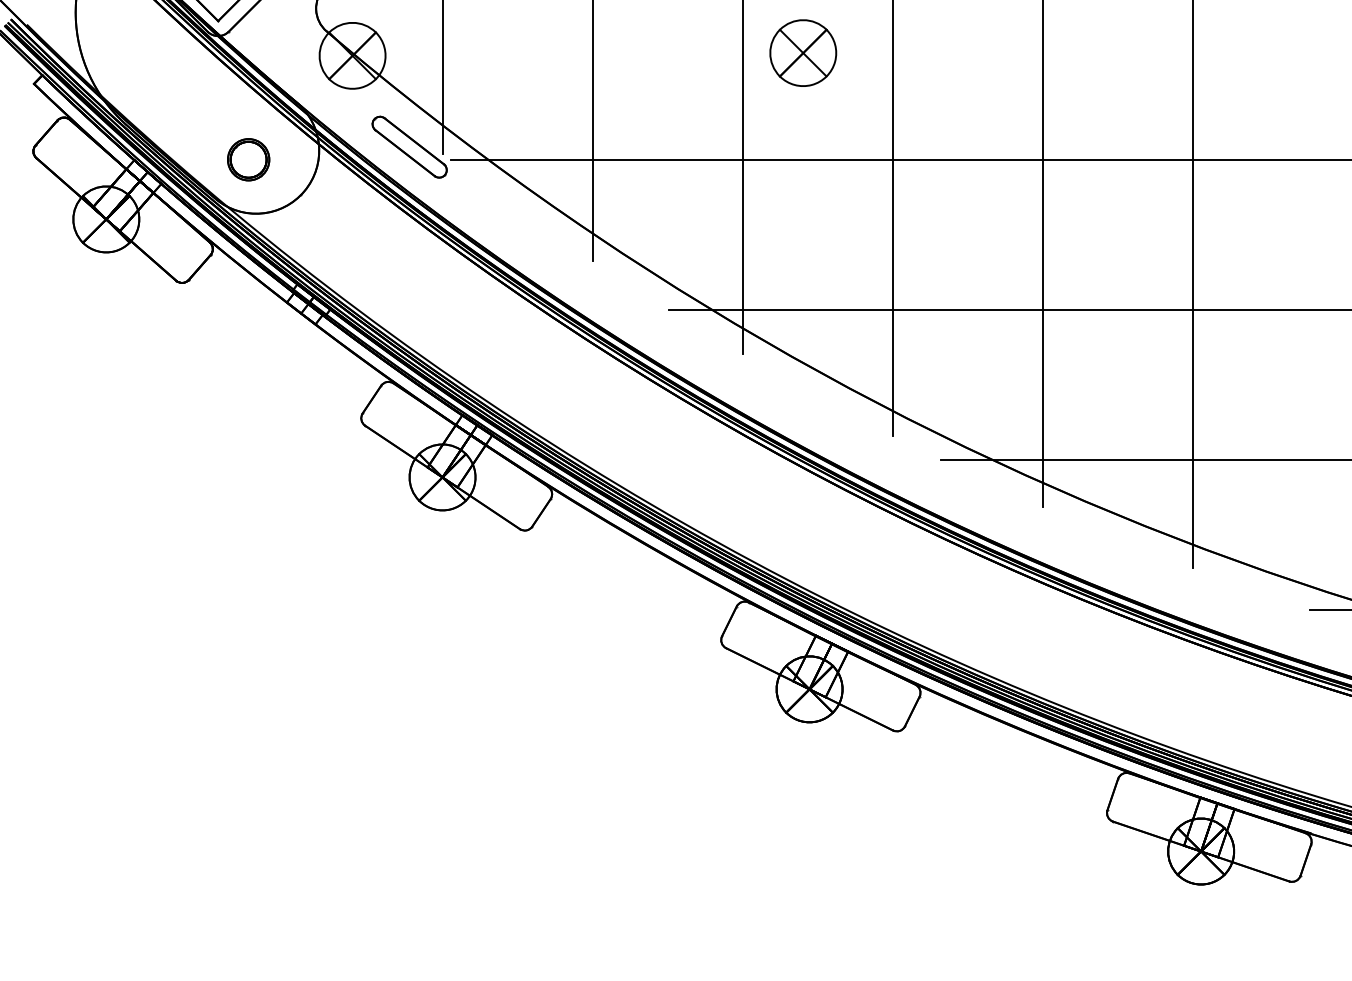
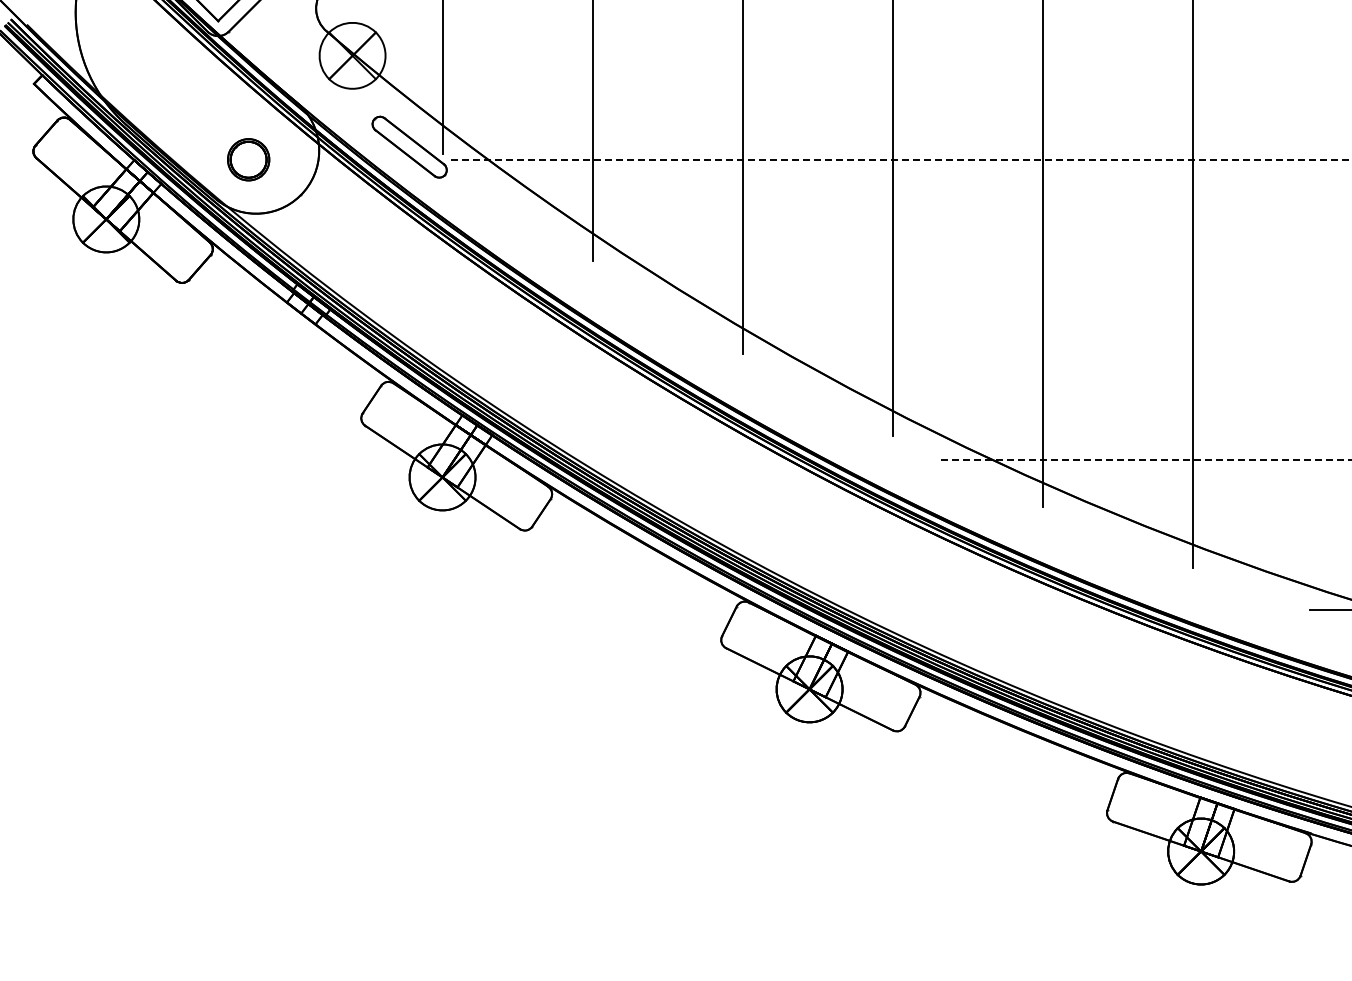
part at (803, 52): present -> none
line at (901, 159): solid -> dashed
line at (1008, 309): present -> none
line at (1146, 459): solid -> dashed
